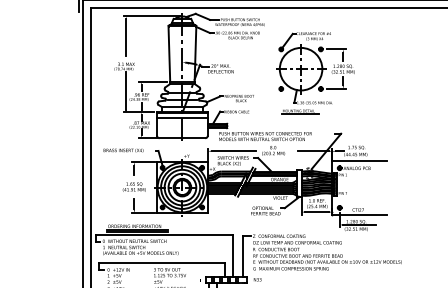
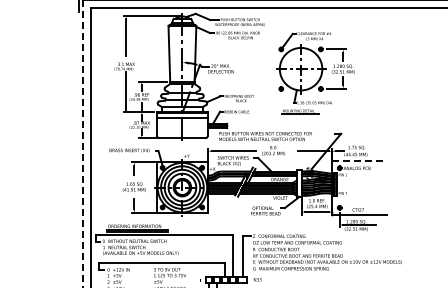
line at (83, 144): solid -> dashed
text at (123, 150) position: (123, 150) -> (129, 150)
line at (360, 160): solid -> dashed
